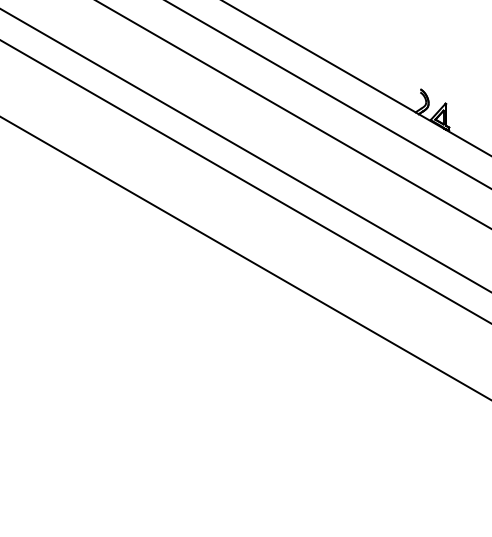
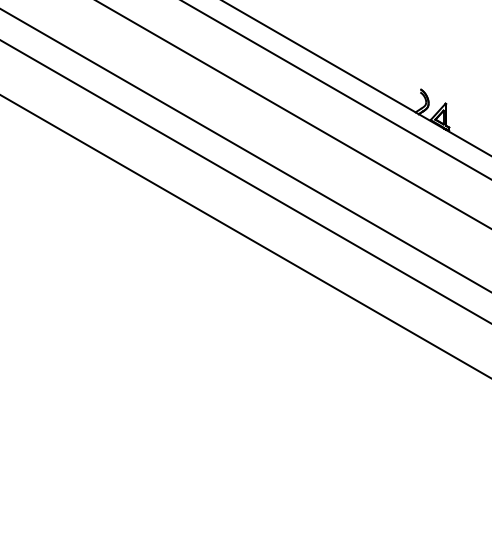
line at (328, 94) position: (328, 94) -> (336, 89)
line at (245, 257) position: (245, 257) -> (245, 235)
